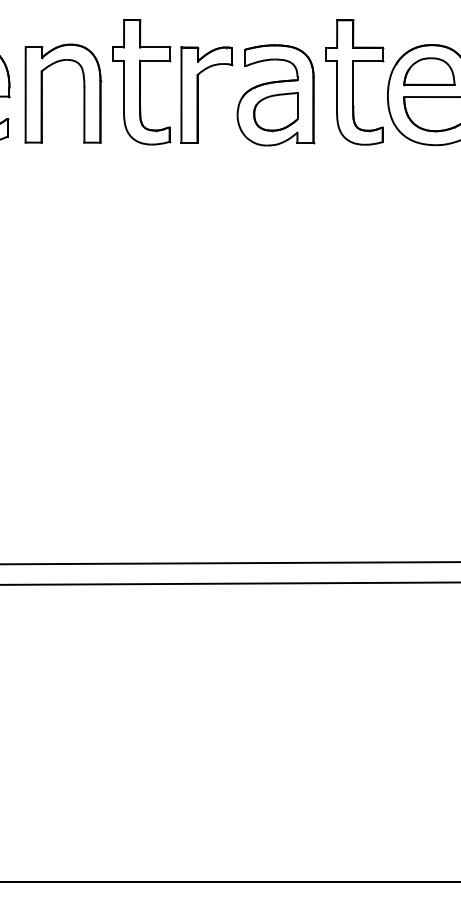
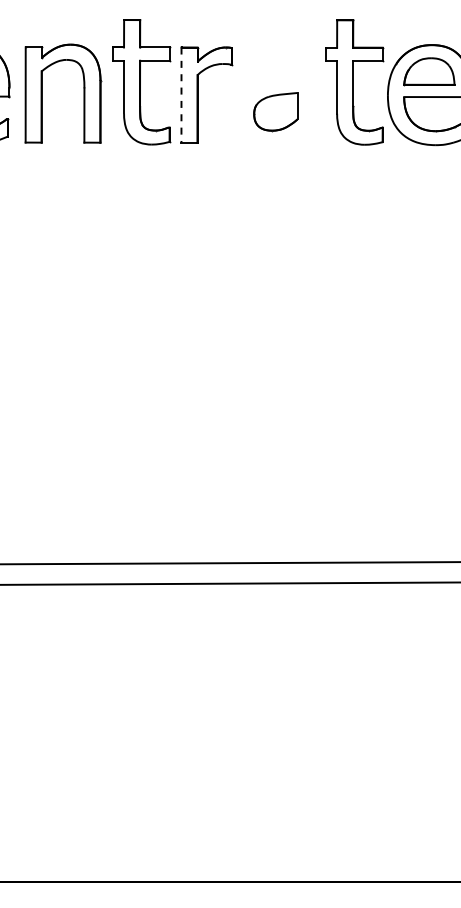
line at (181, 95): solid -> dashed
part at (275, 95): present -> none
